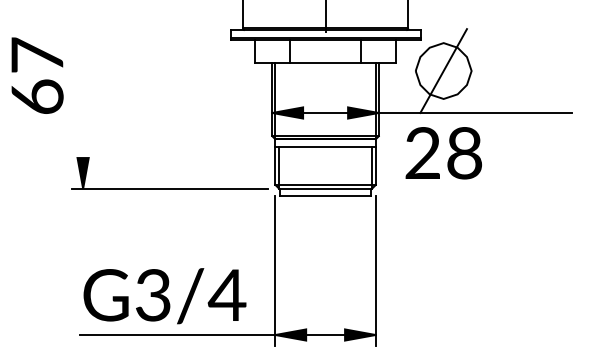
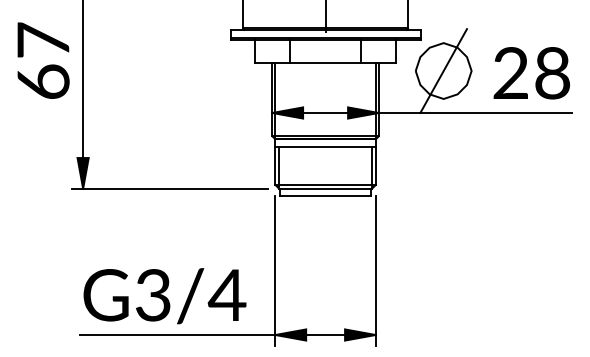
text at (37, 75) position: (37, 75) -> (43, 60)
line at (83, 95): none -> present
text at (443, 153) position: (443, 153) -> (531, 73)
